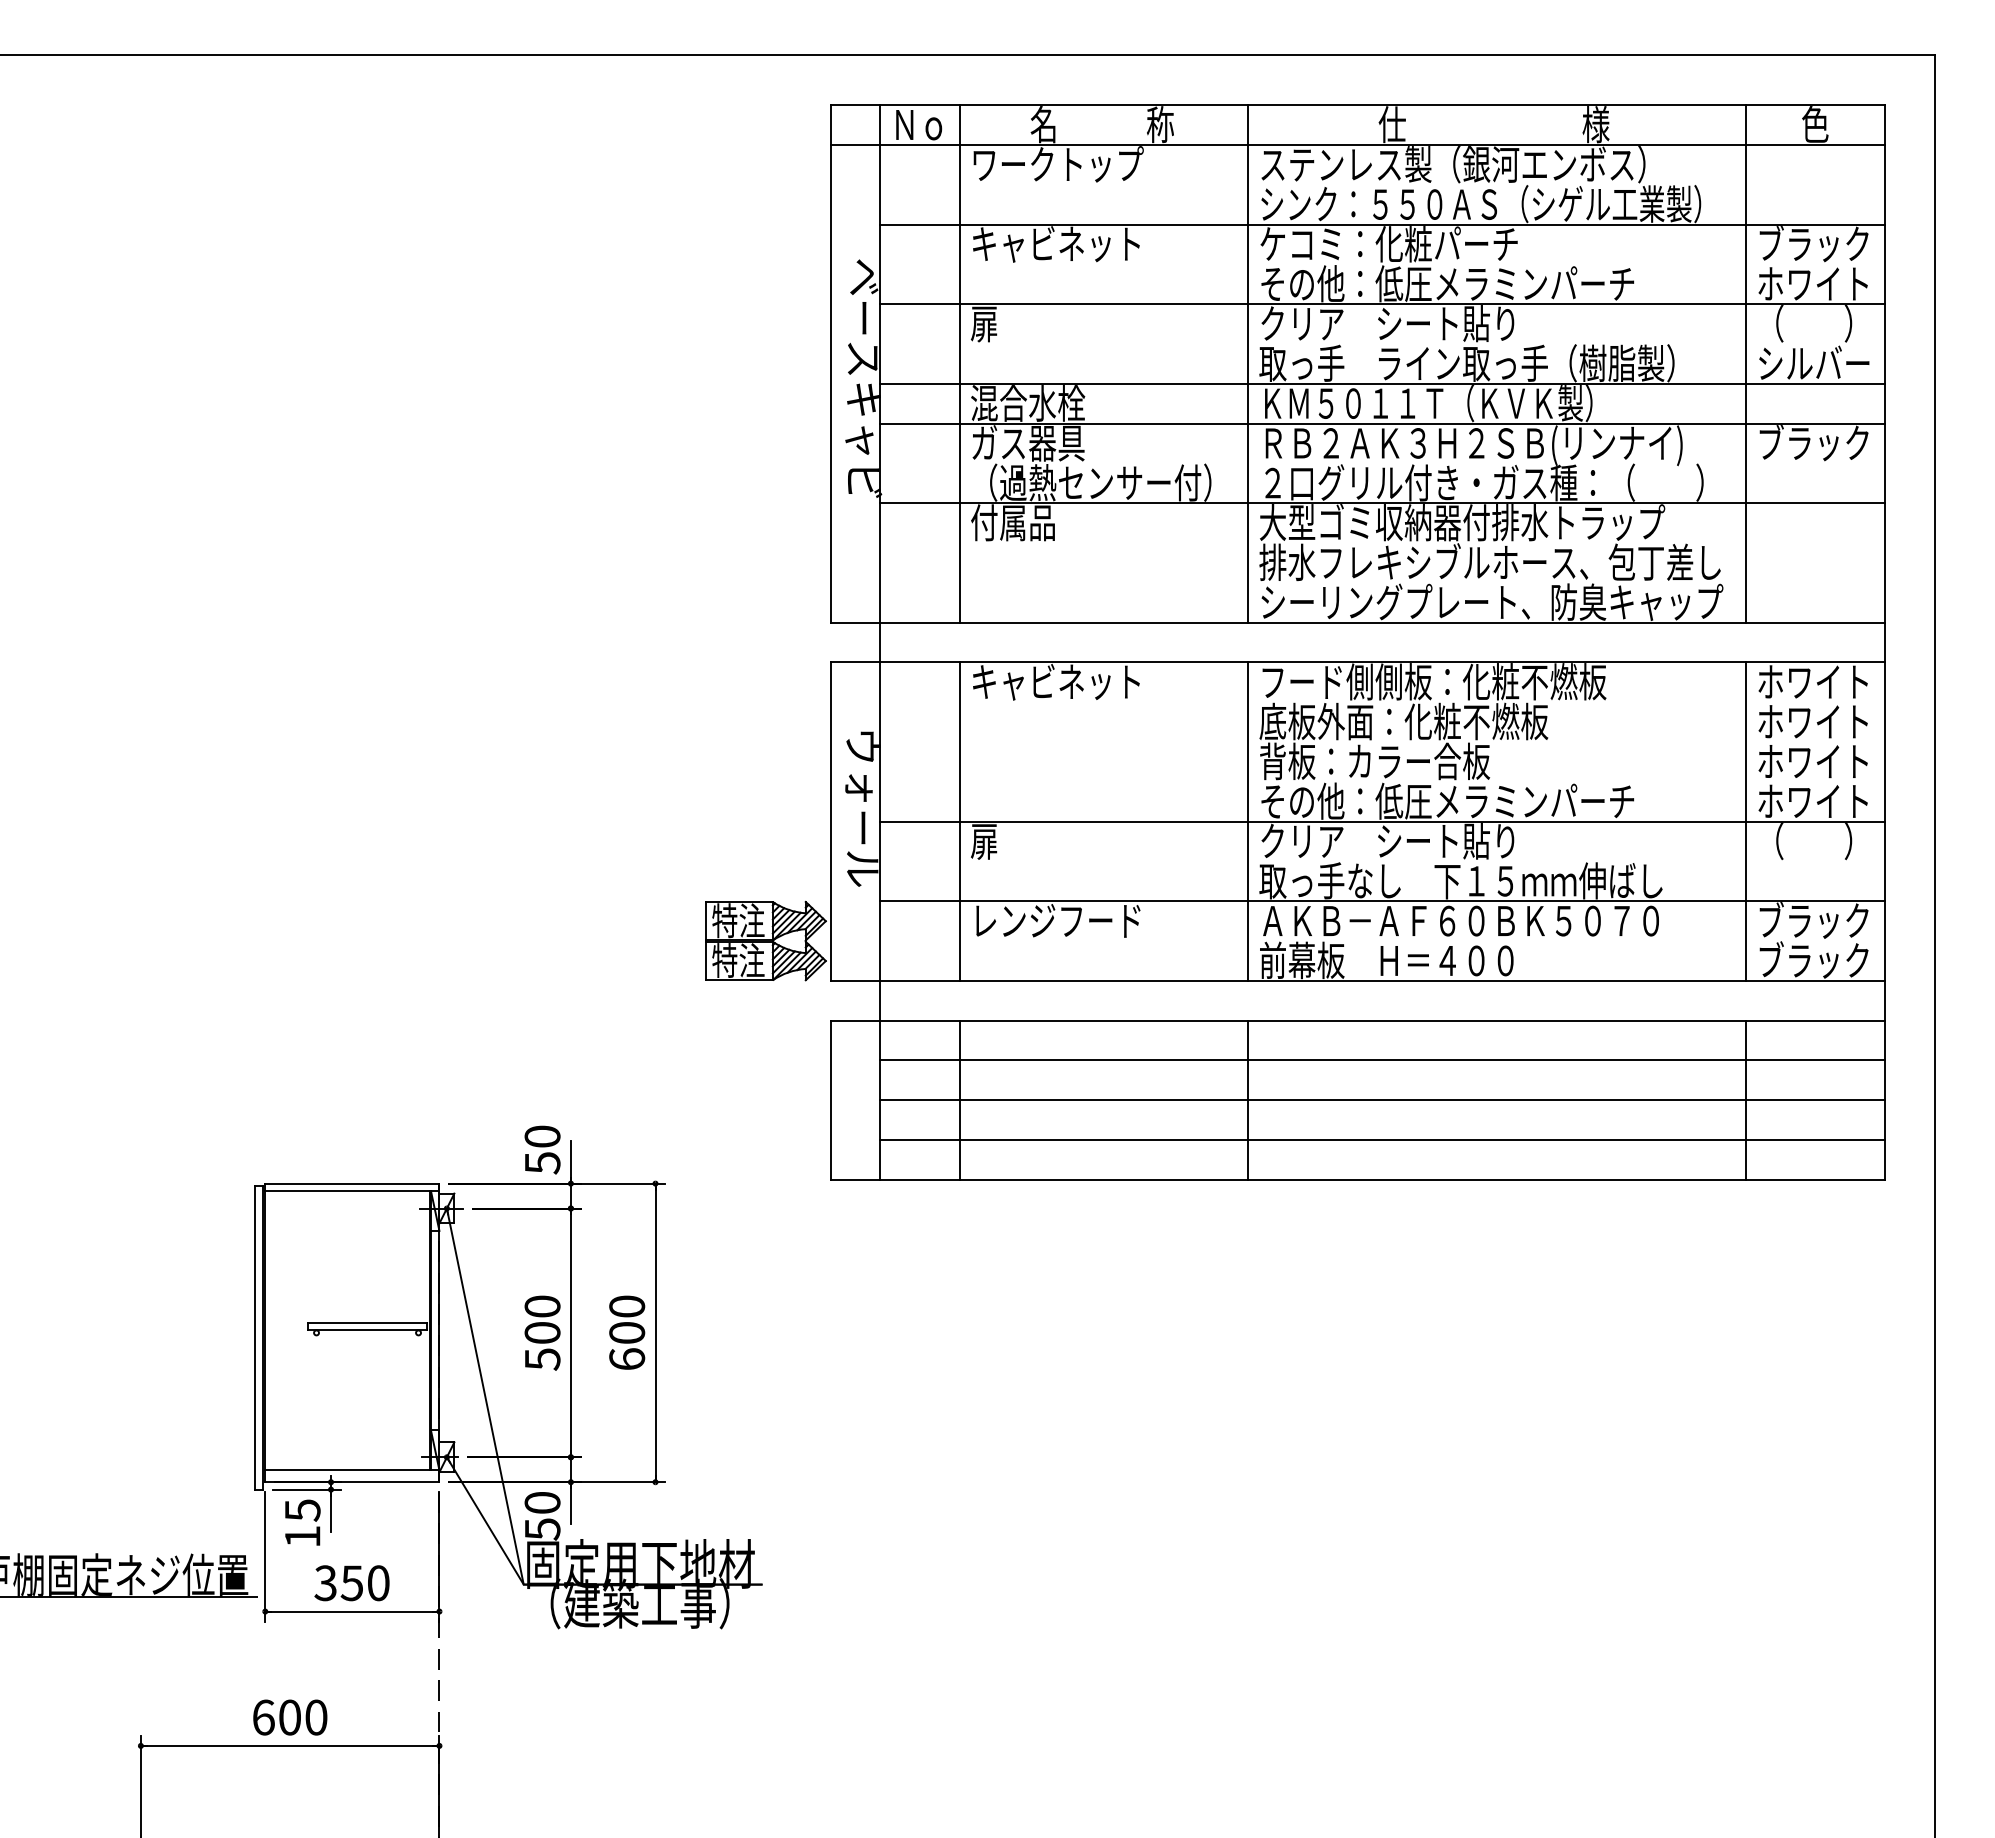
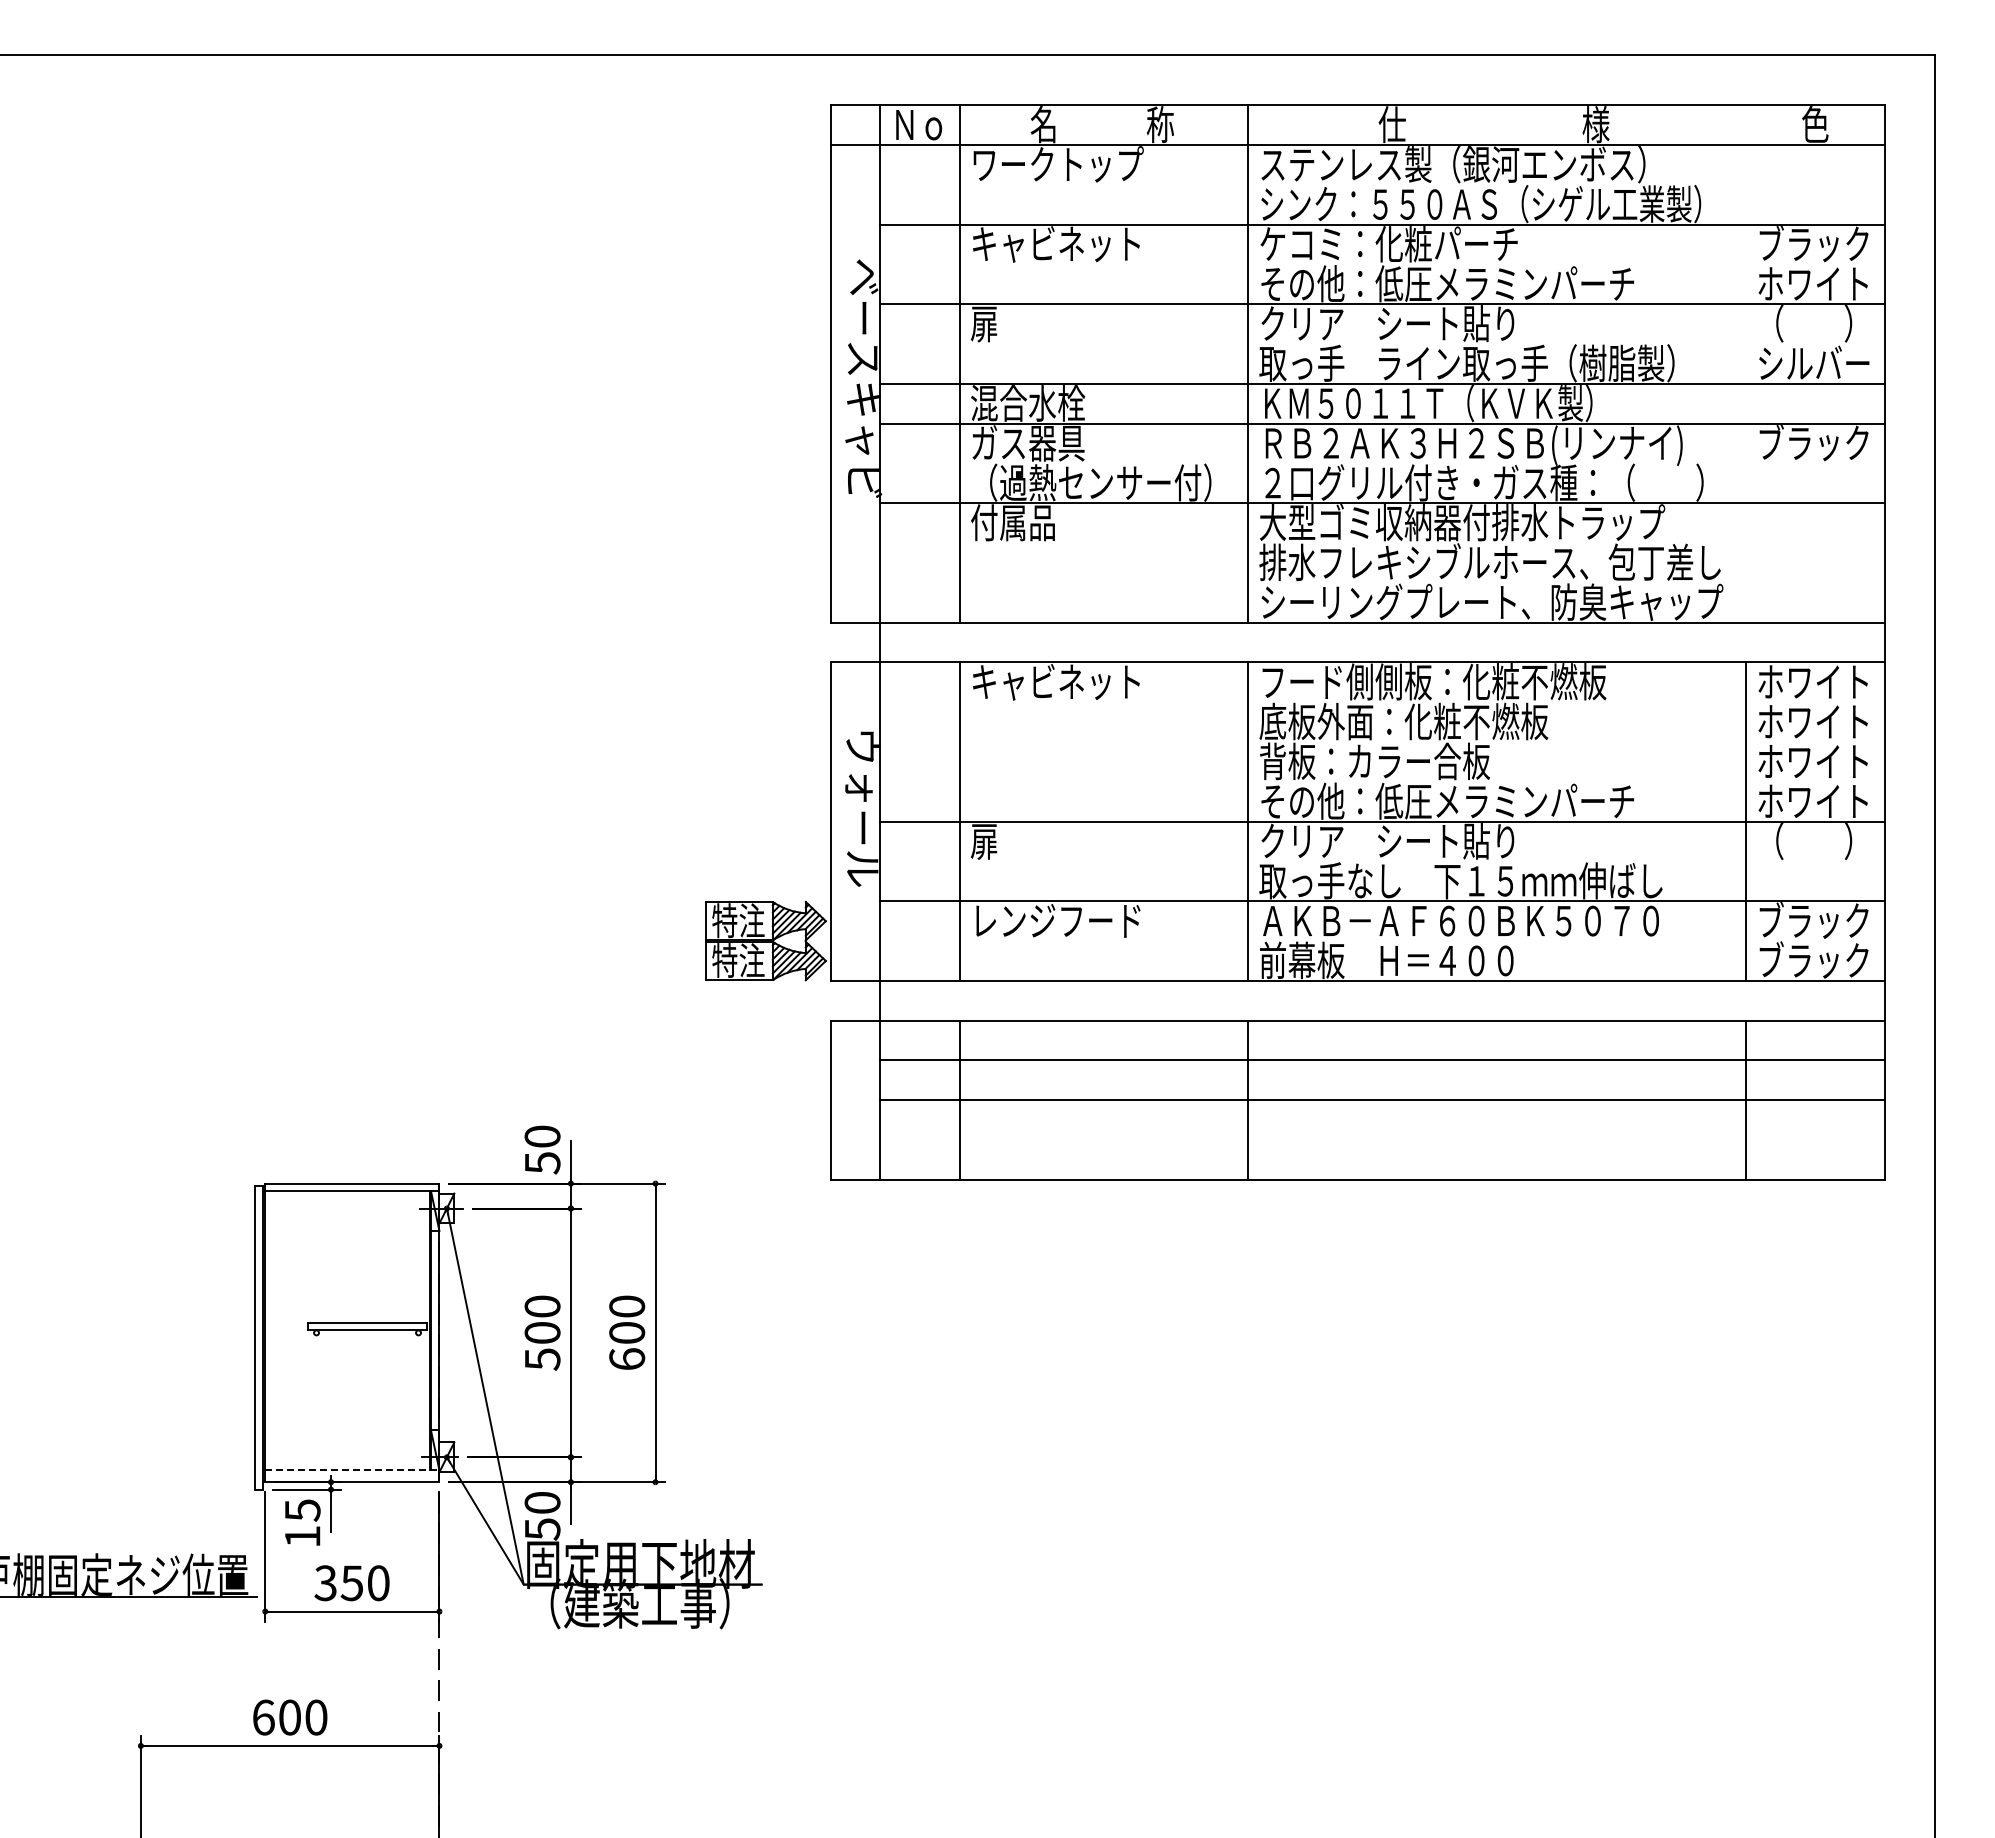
line at (1746, 363): present -> none
line at (1382, 1140): present -> none
line at (352, 1470): solid -> dashed
